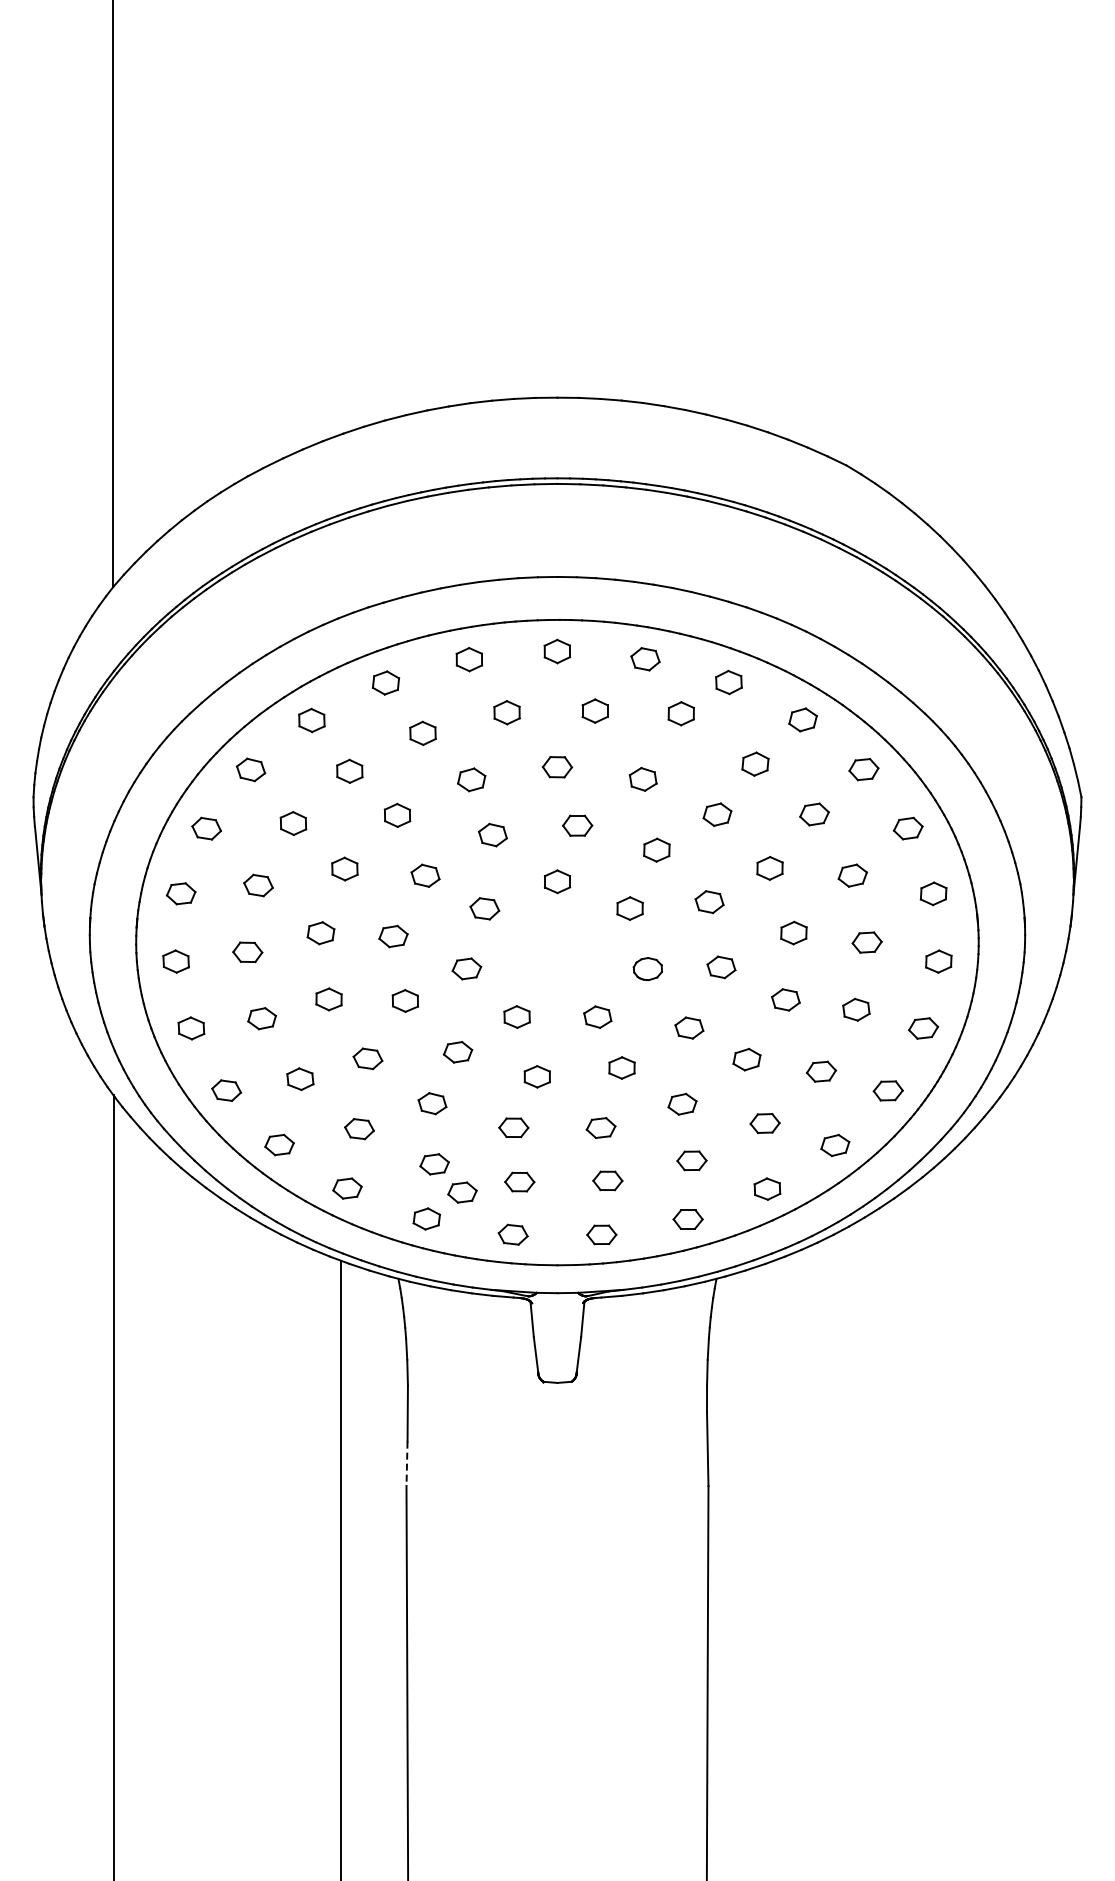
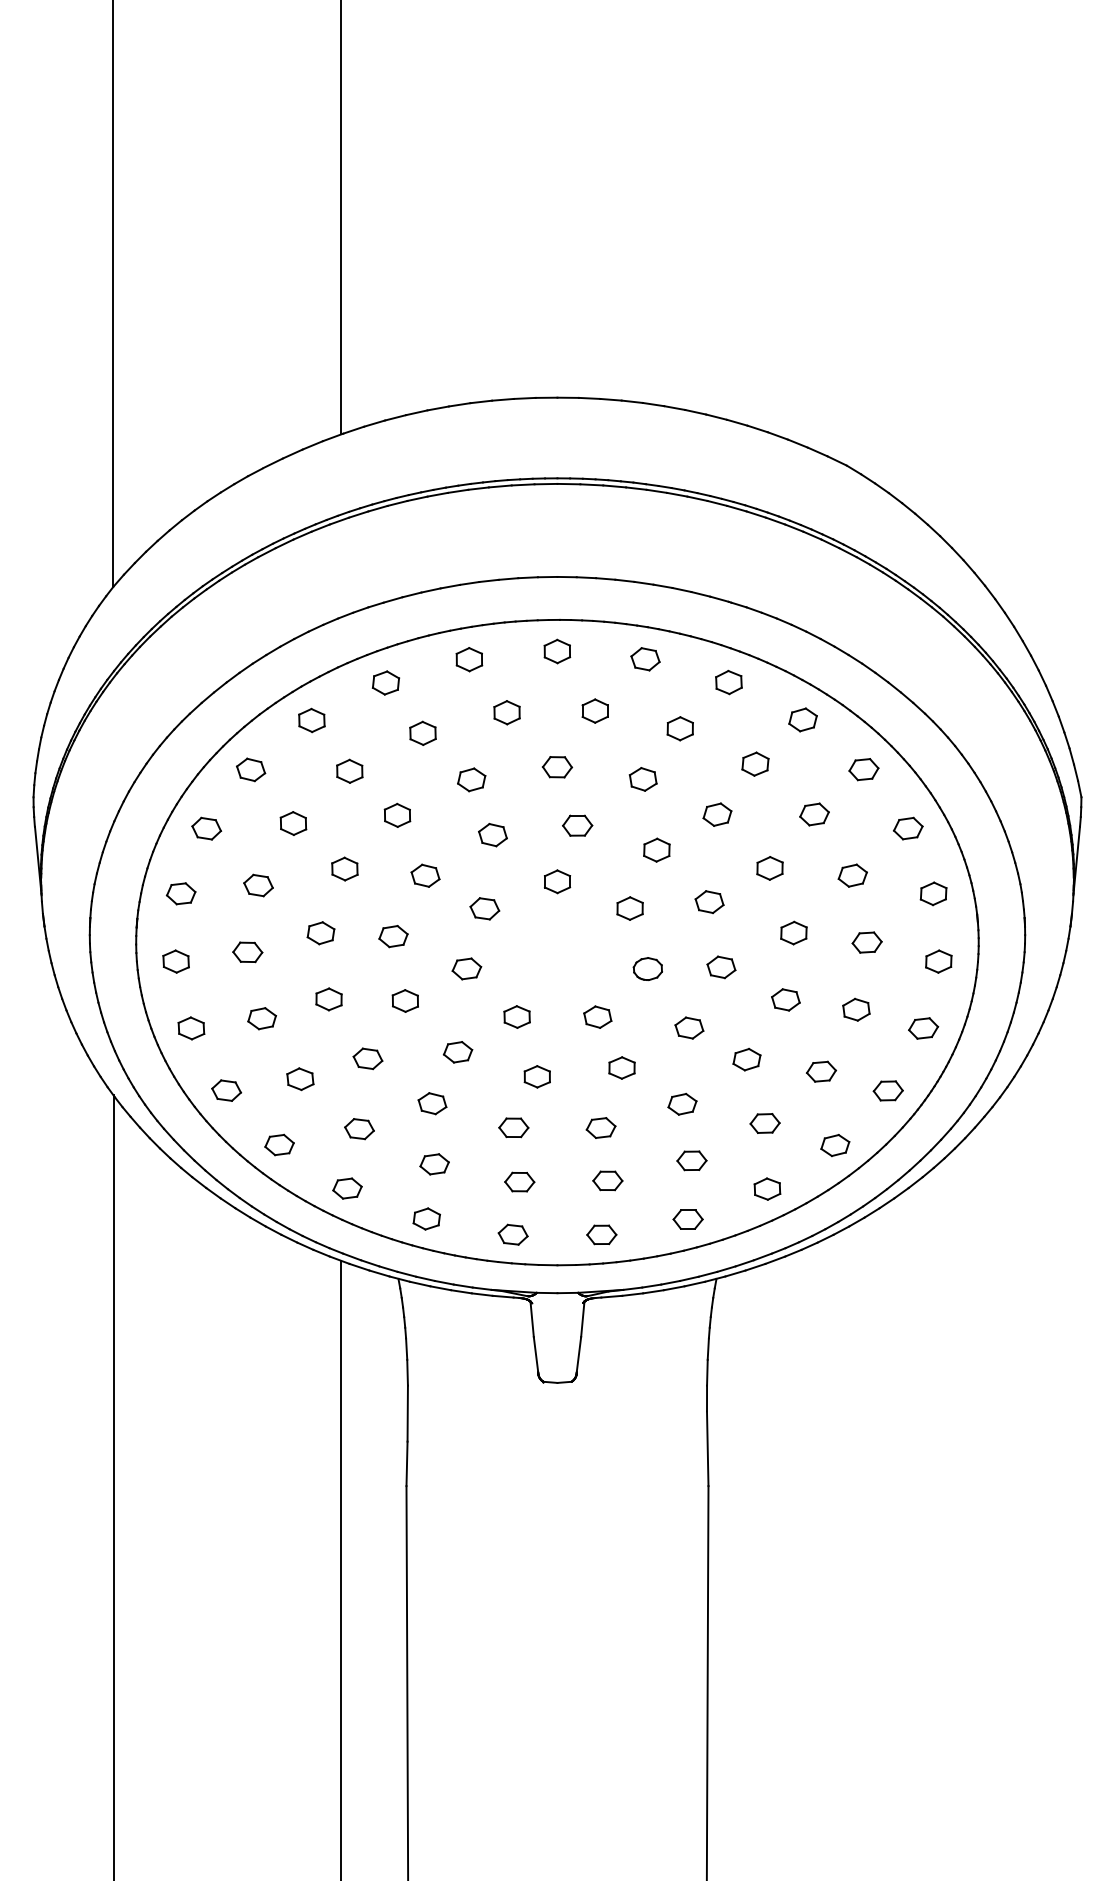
line at (340, 218): none -> present
part at (680, 713) position: (680, 713) -> (679, 728)
part at (462, 1192): present -> none
line at (407, 1464): dashed -> solid
